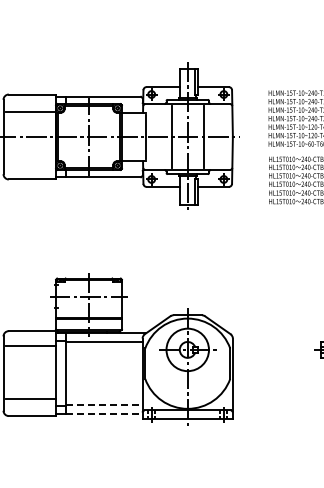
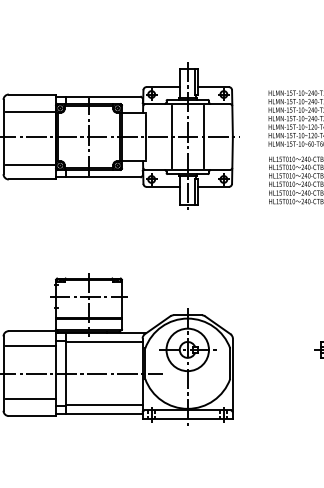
line at (30, 164): none -> present
line at (82, 373): none -> present
line at (104, 405): dashed -> solid
line at (104, 413): dashed -> solid
